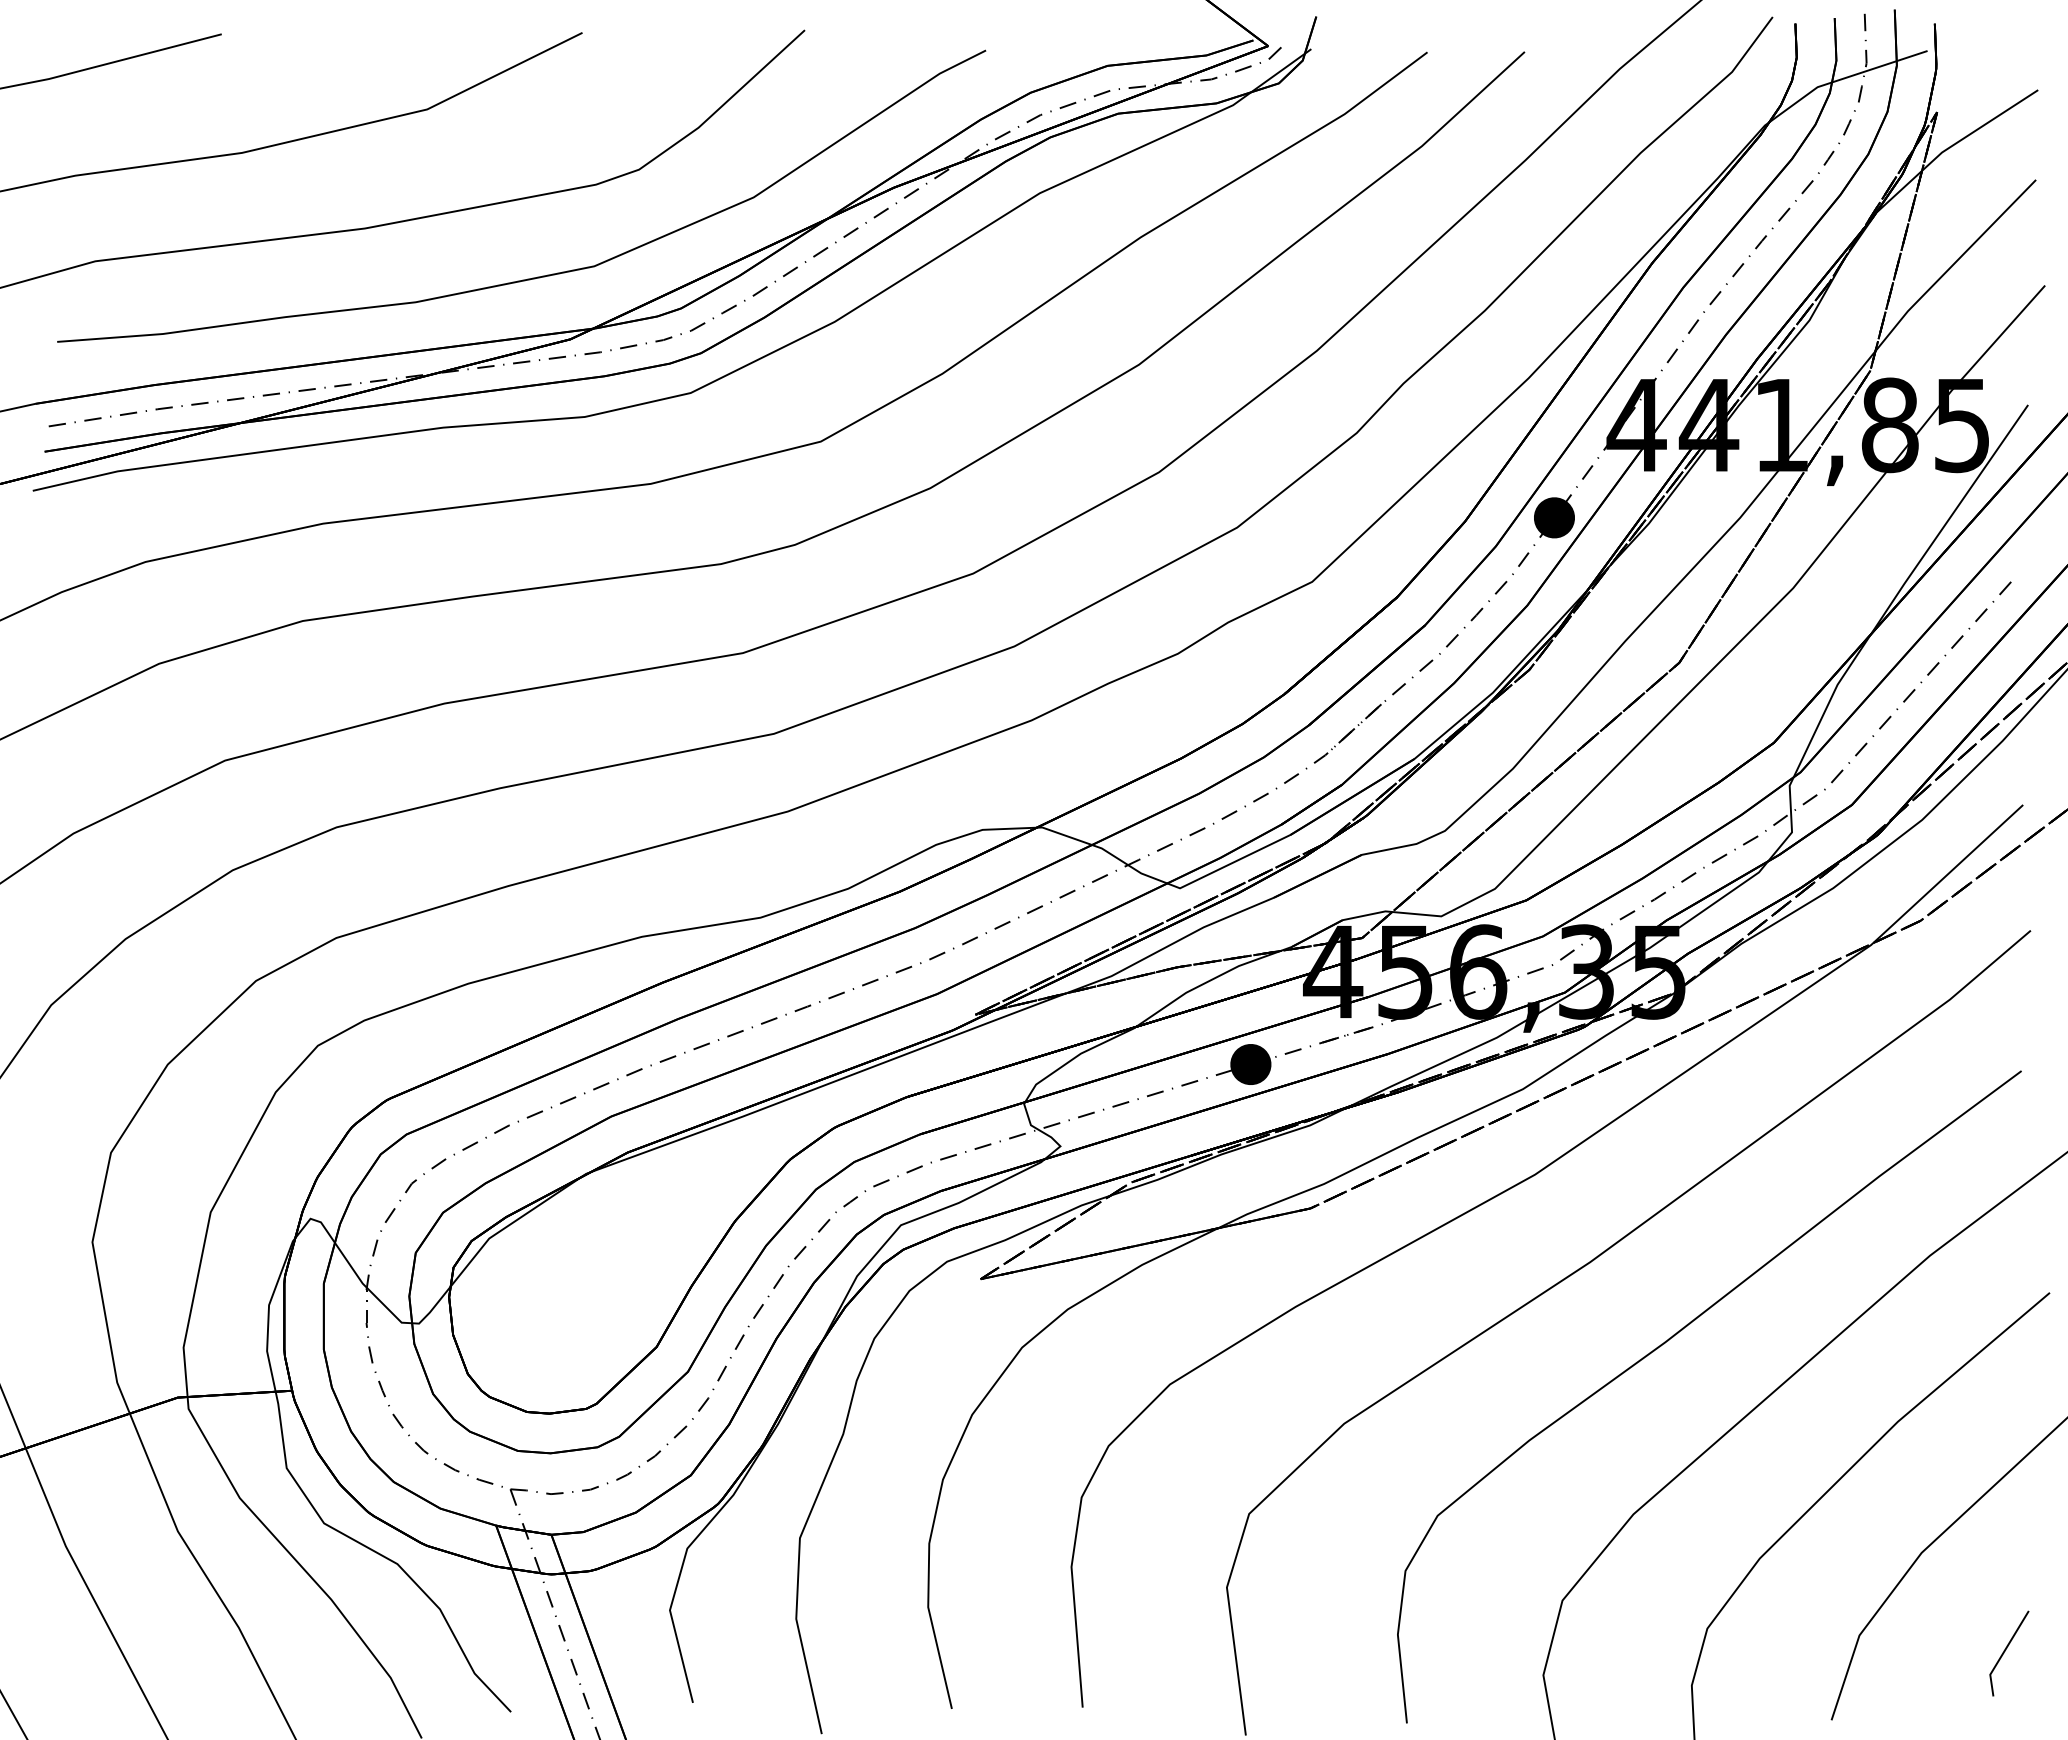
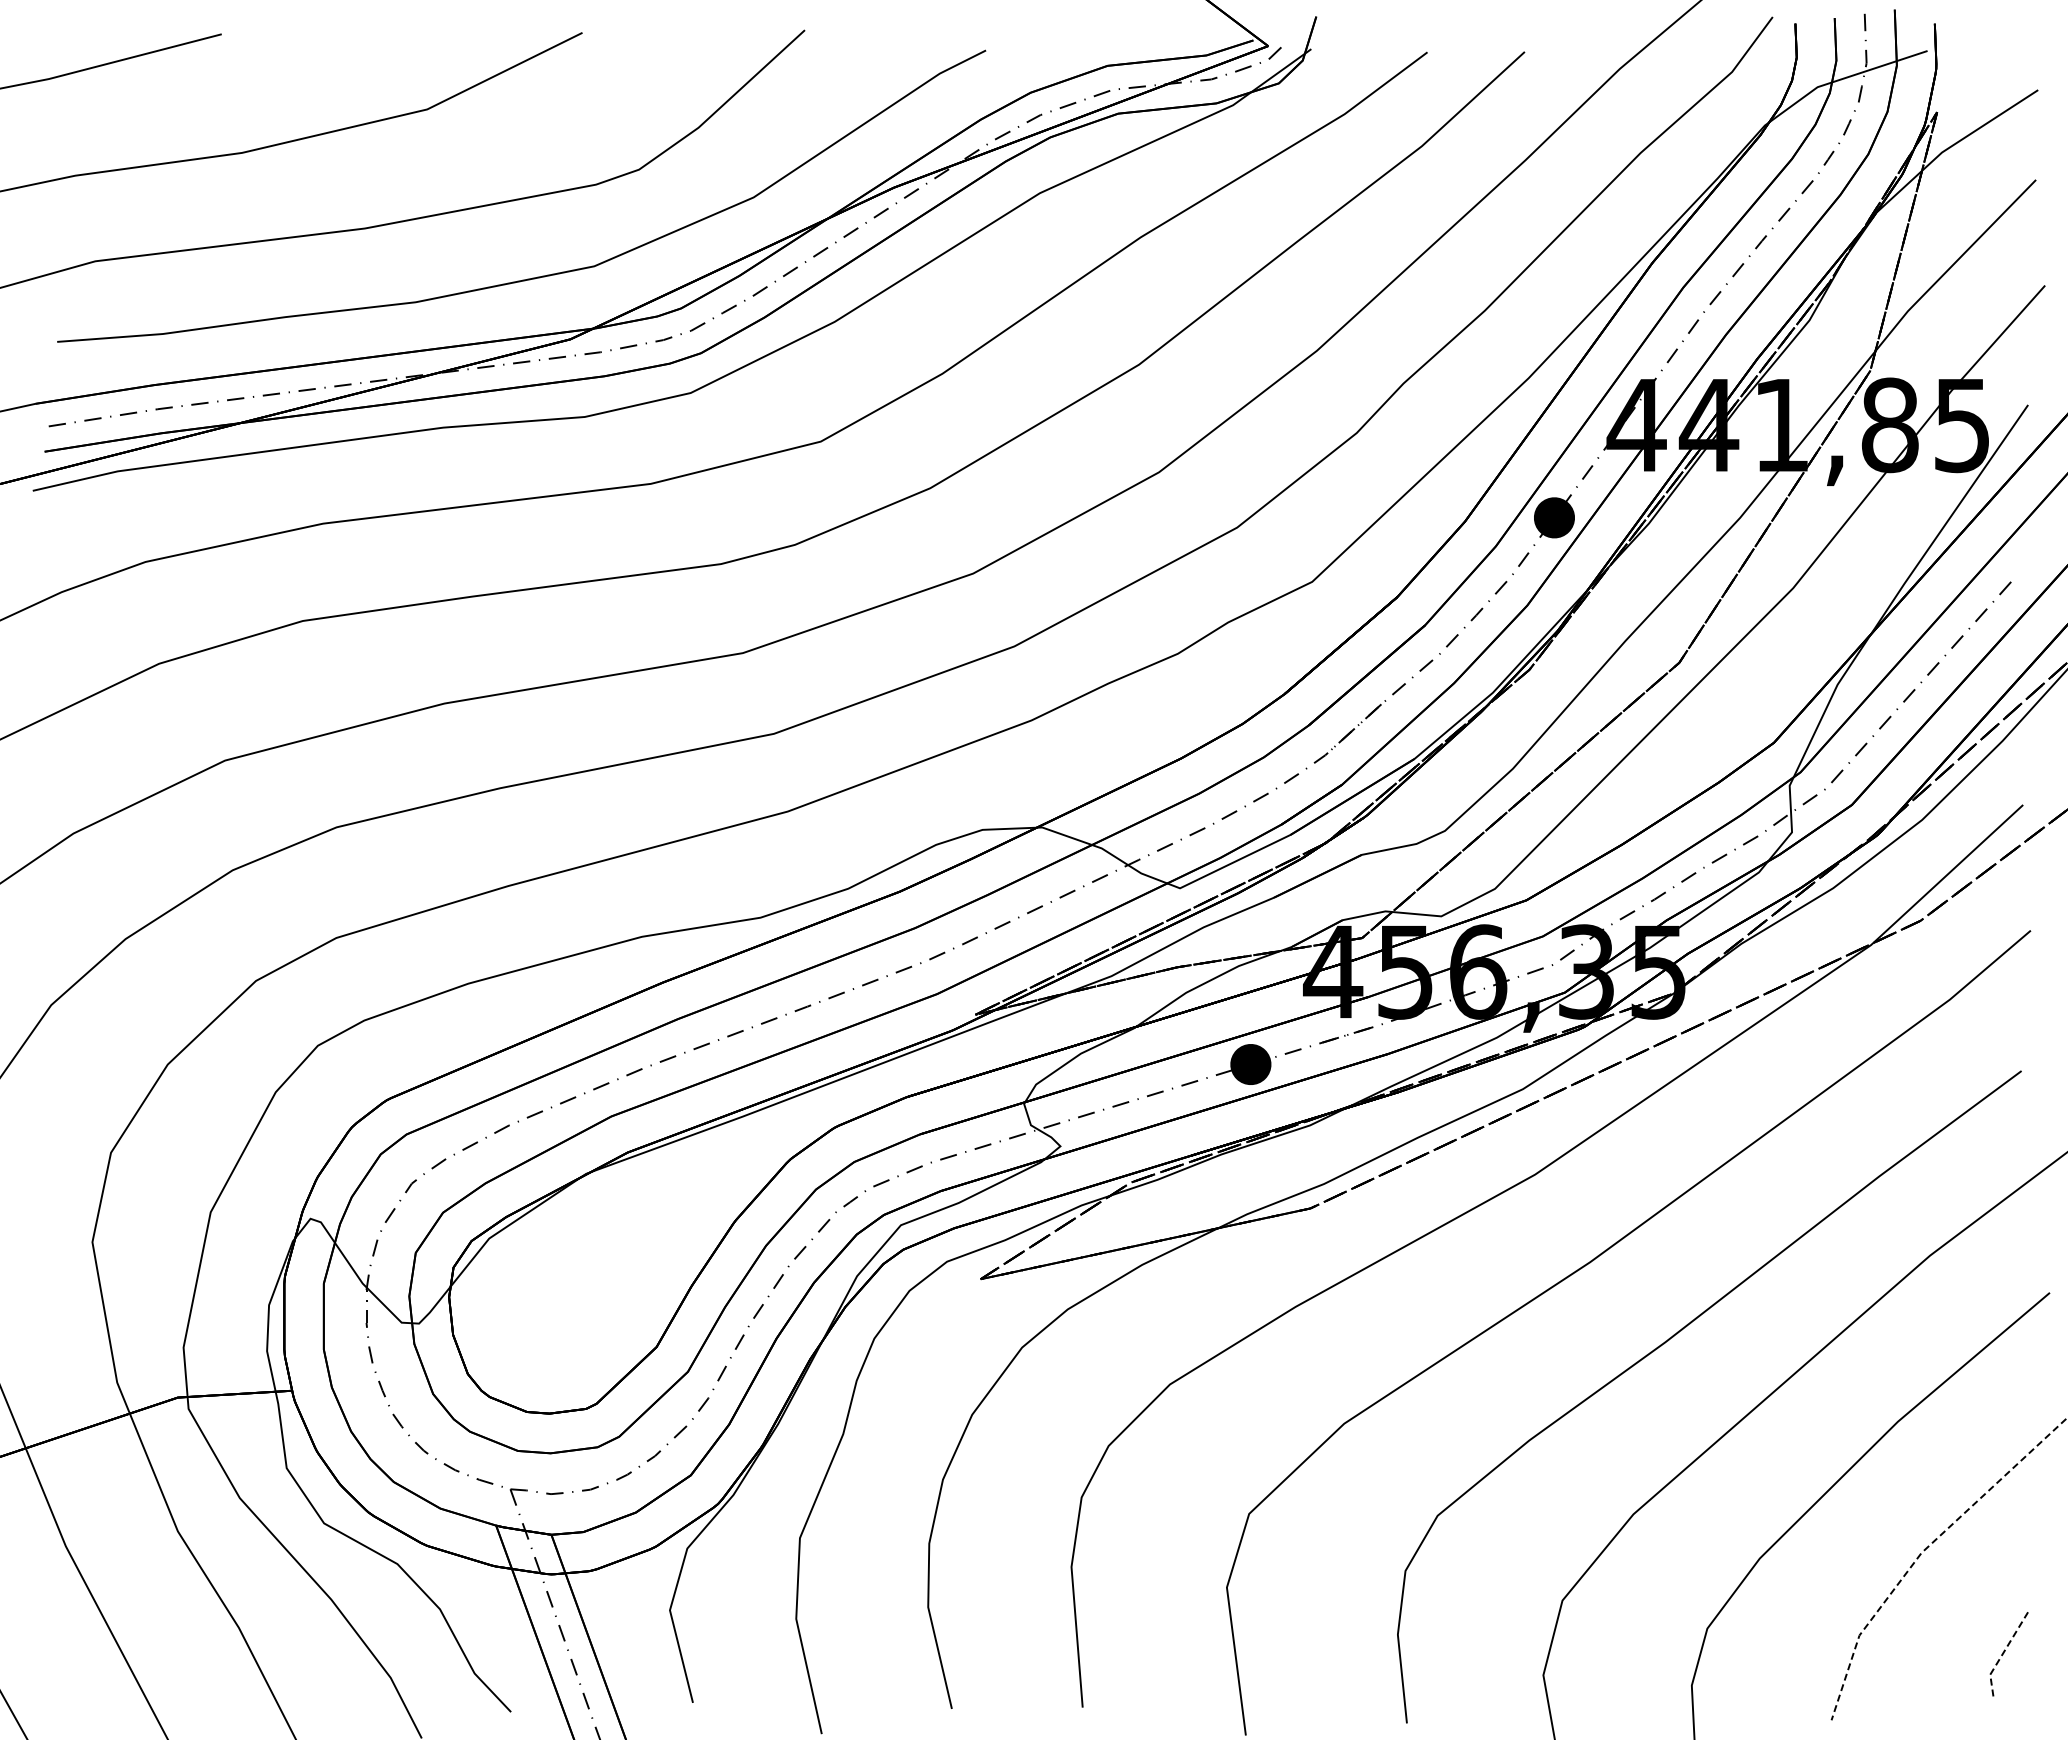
line at (1923, 1551): solid -> dashed
line at (2003, 1652): solid -> dashed
